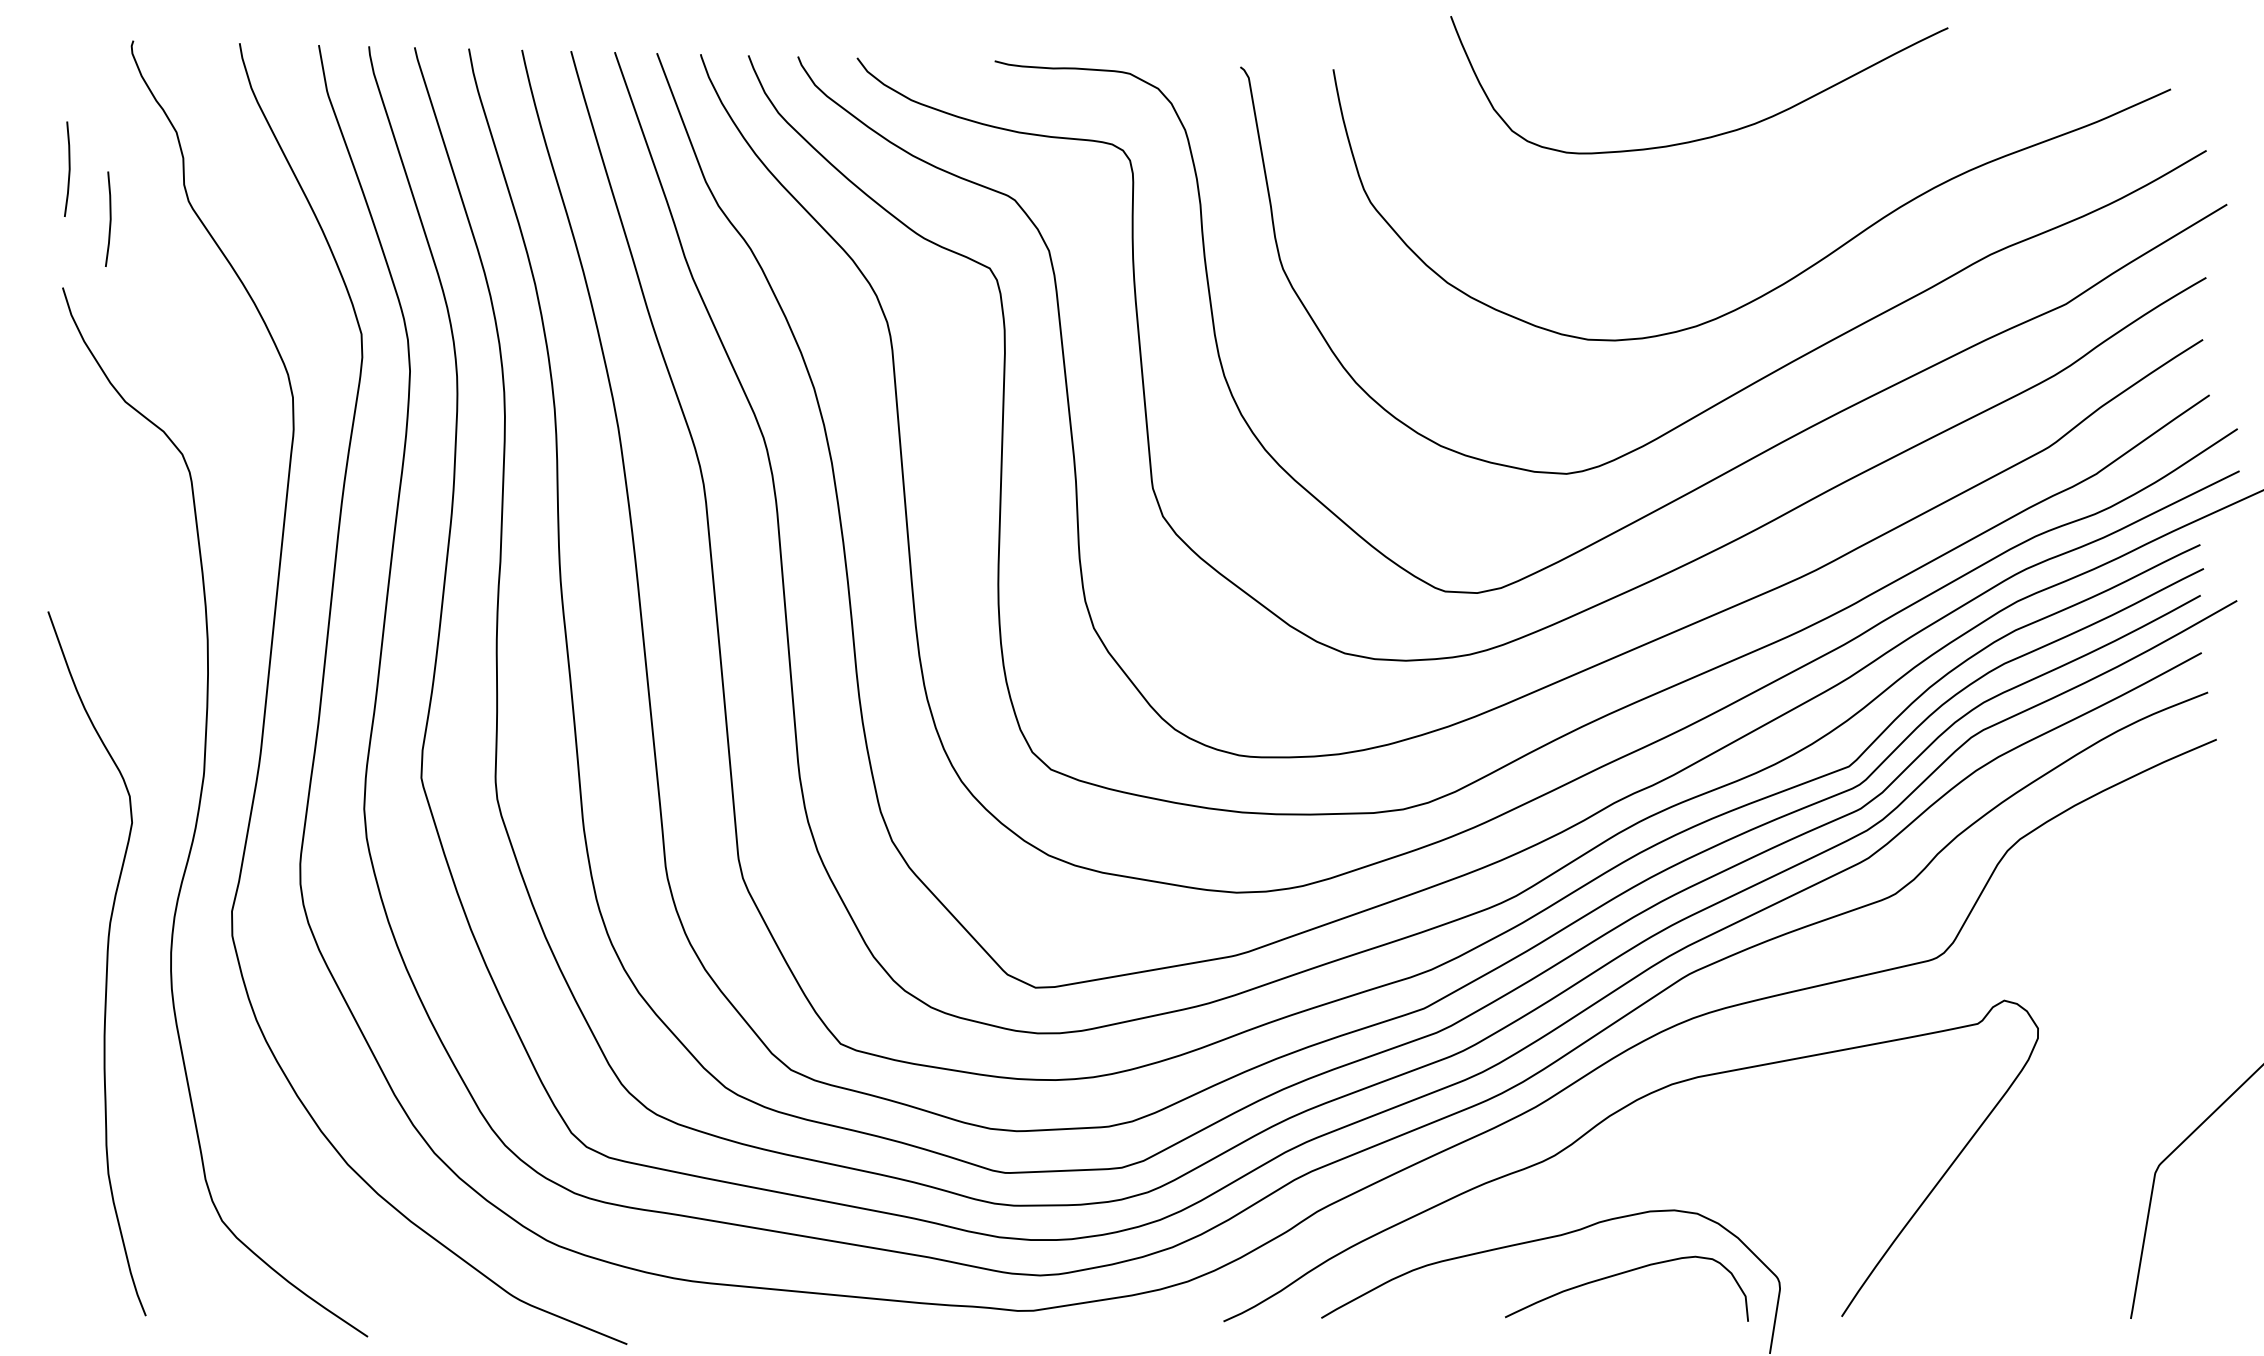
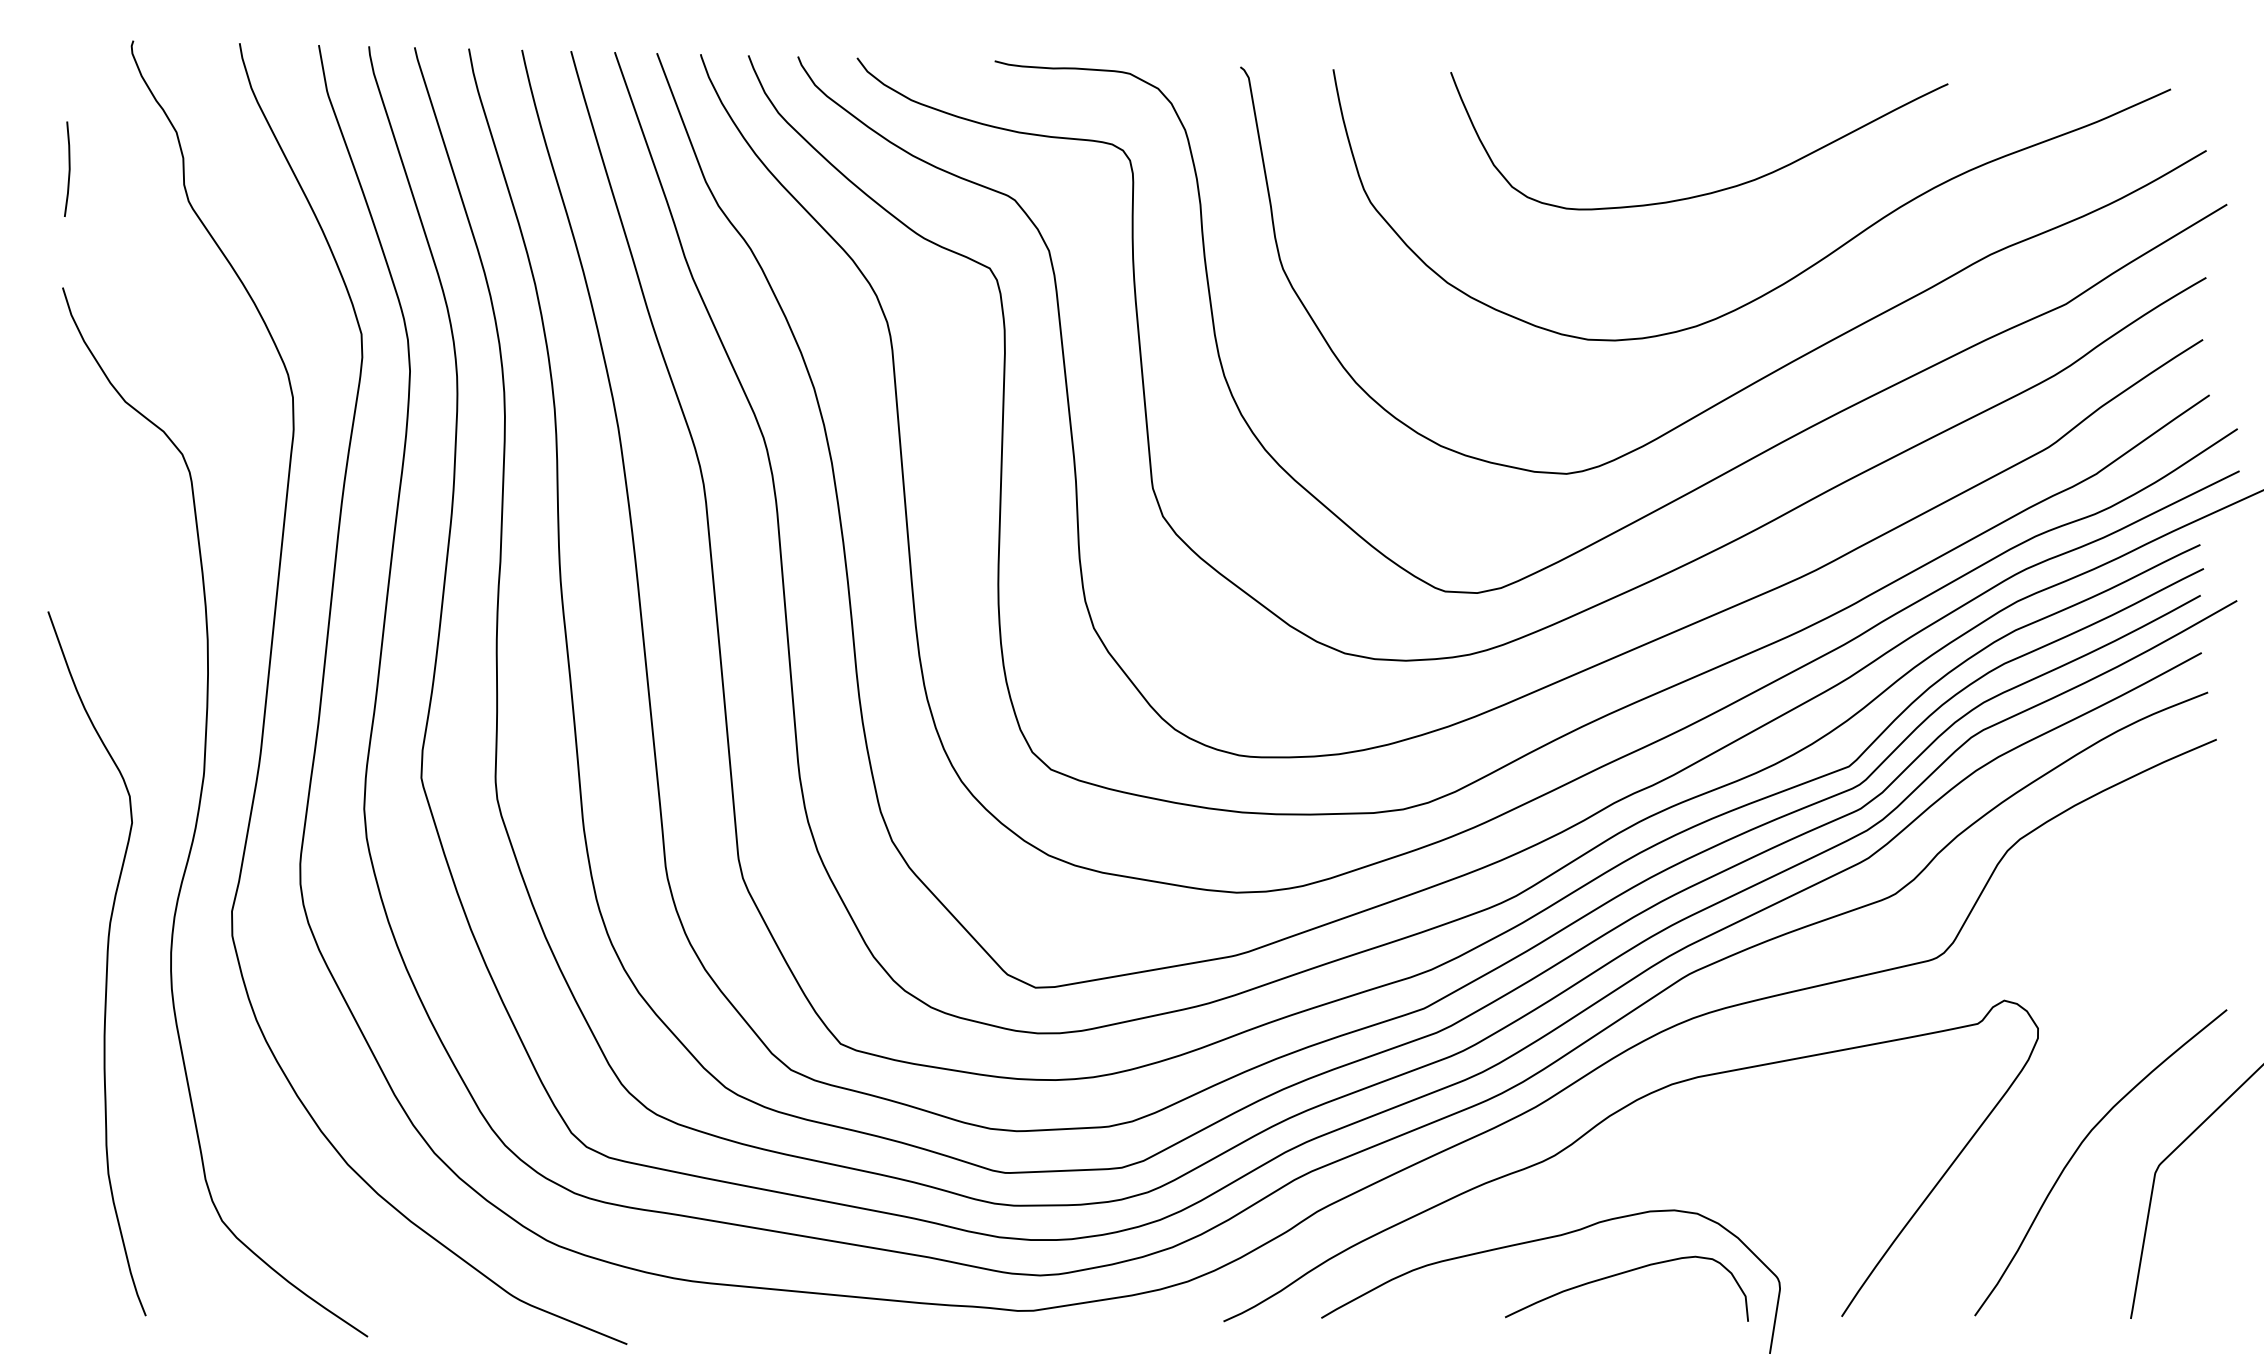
curve at (1712, 135) position: (1712, 135) -> (1712, 191)
line at (109, 218): present -> none
curve at (2081, 1145): none -> present
